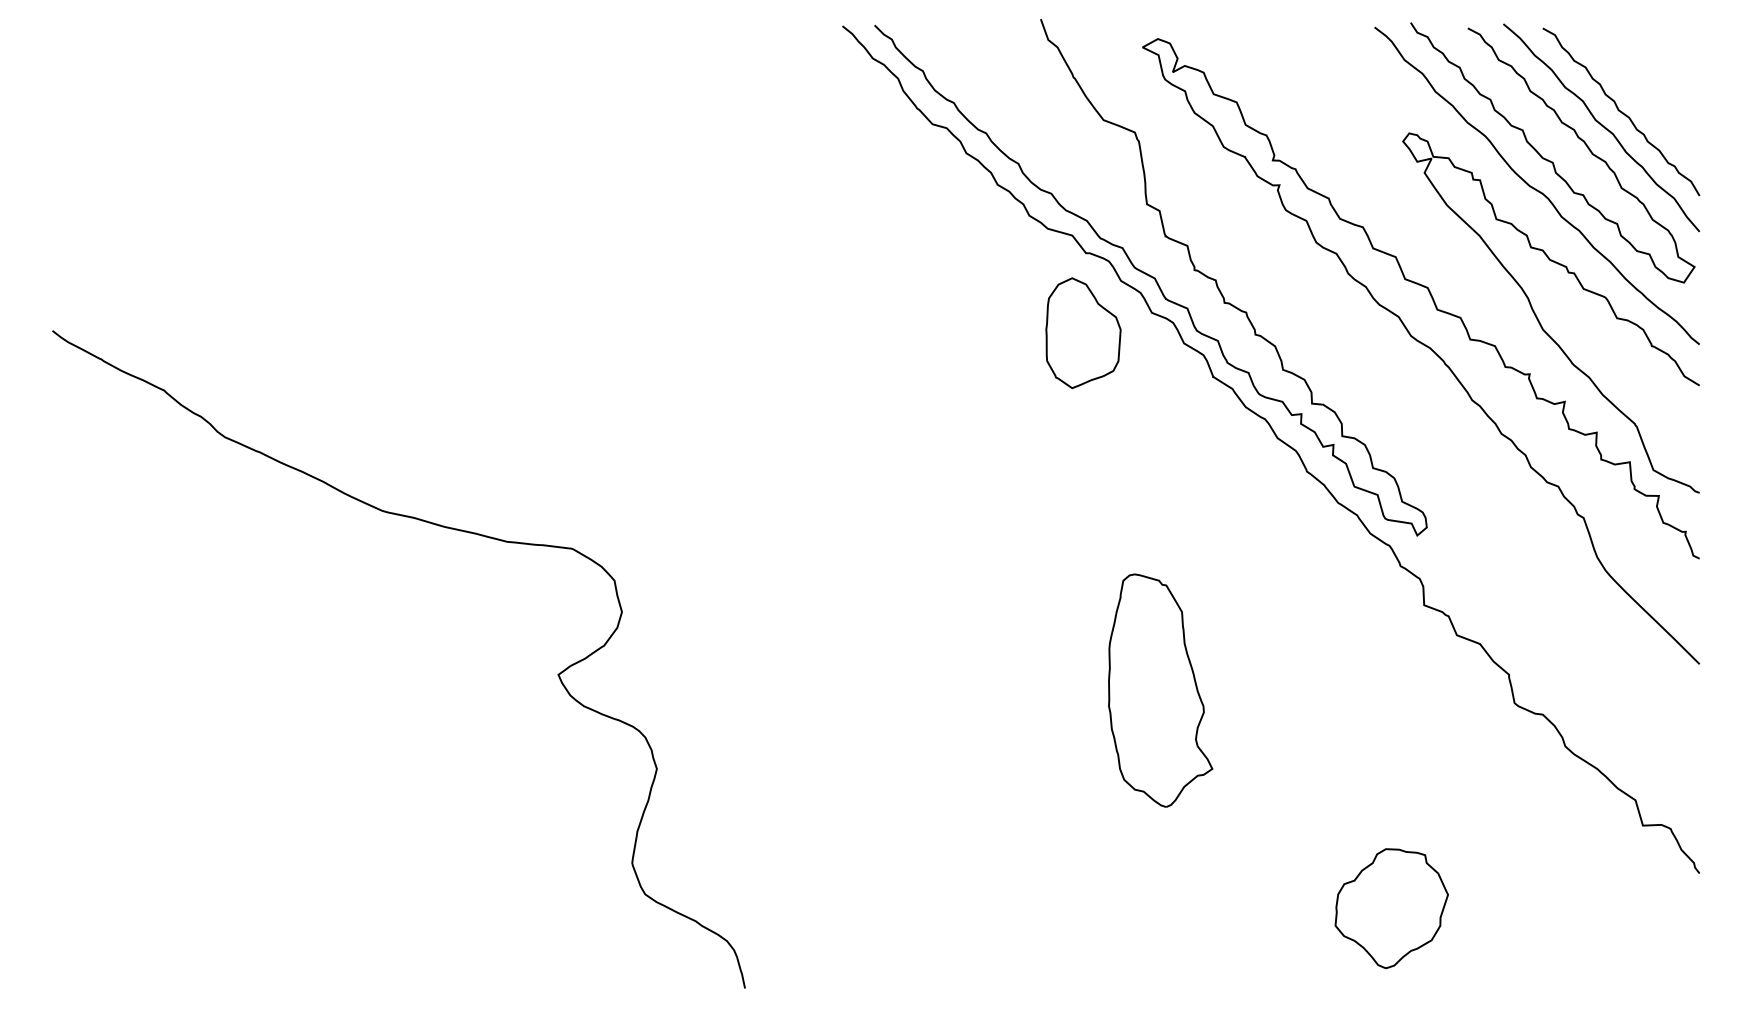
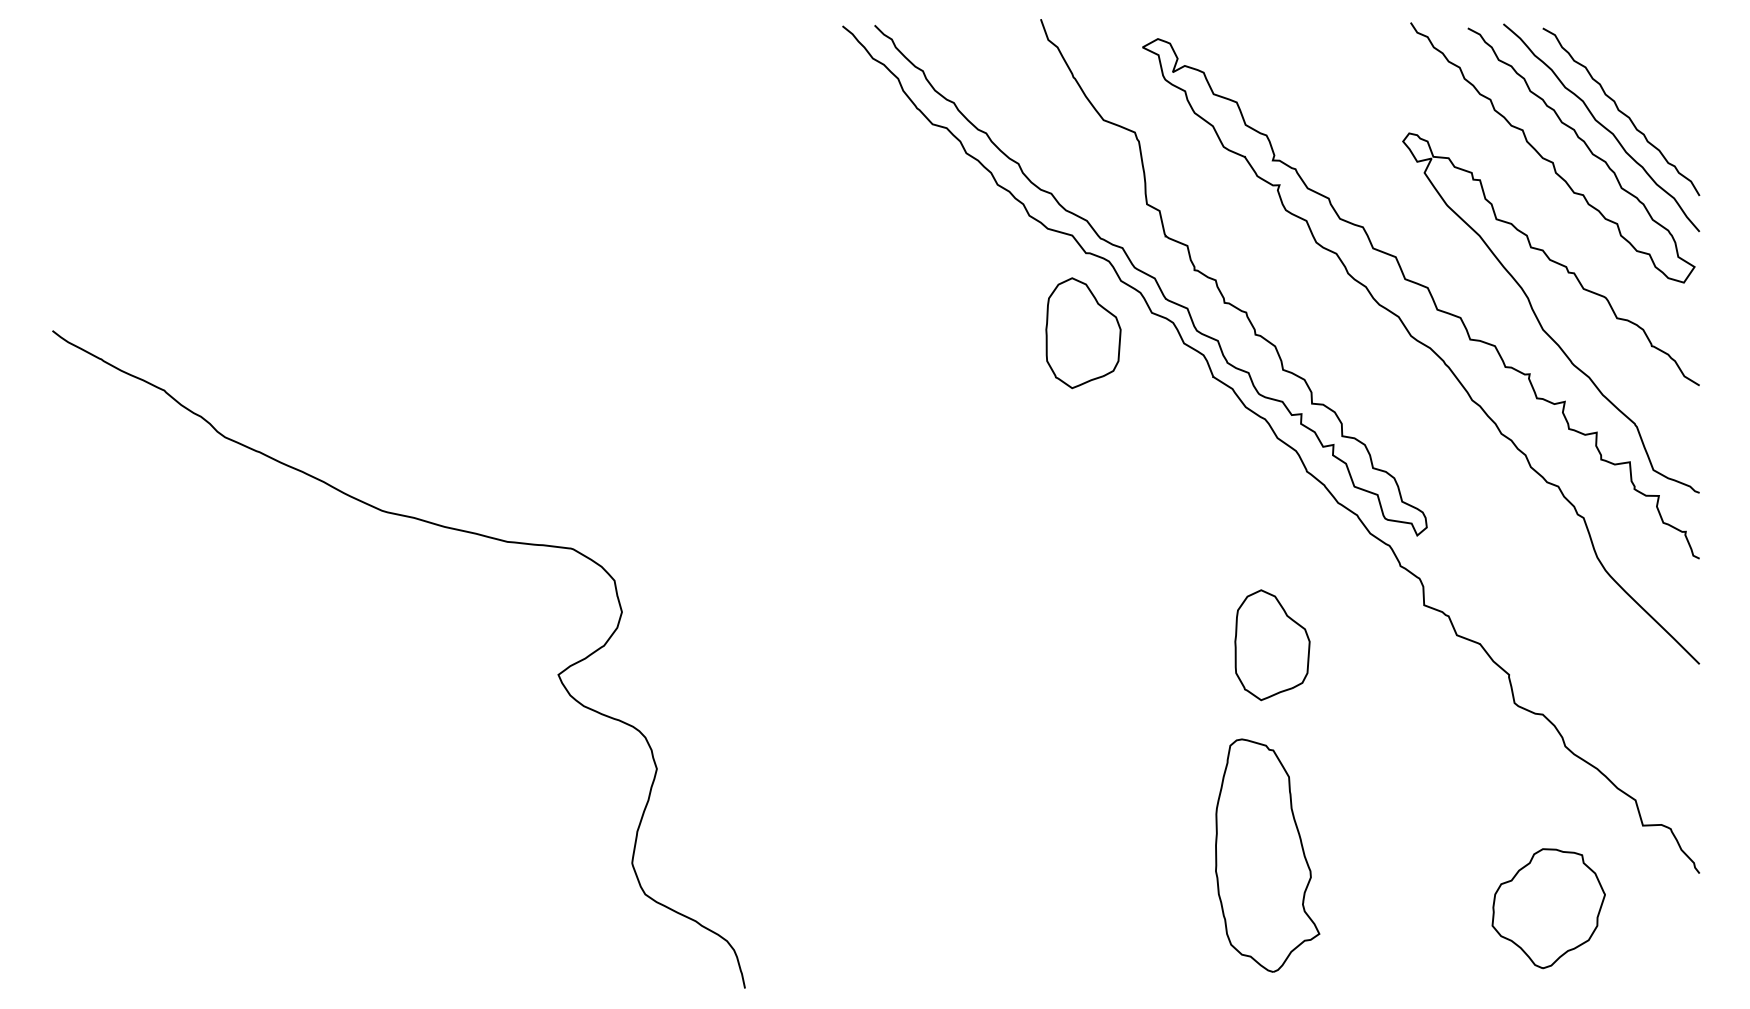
curve at (1534, 187): present -> none
part at (1272, 645): none -> present
part at (1160, 690) position: (1160, 690) -> (1267, 855)
part at (1391, 908) position: (1391, 908) -> (1548, 908)
